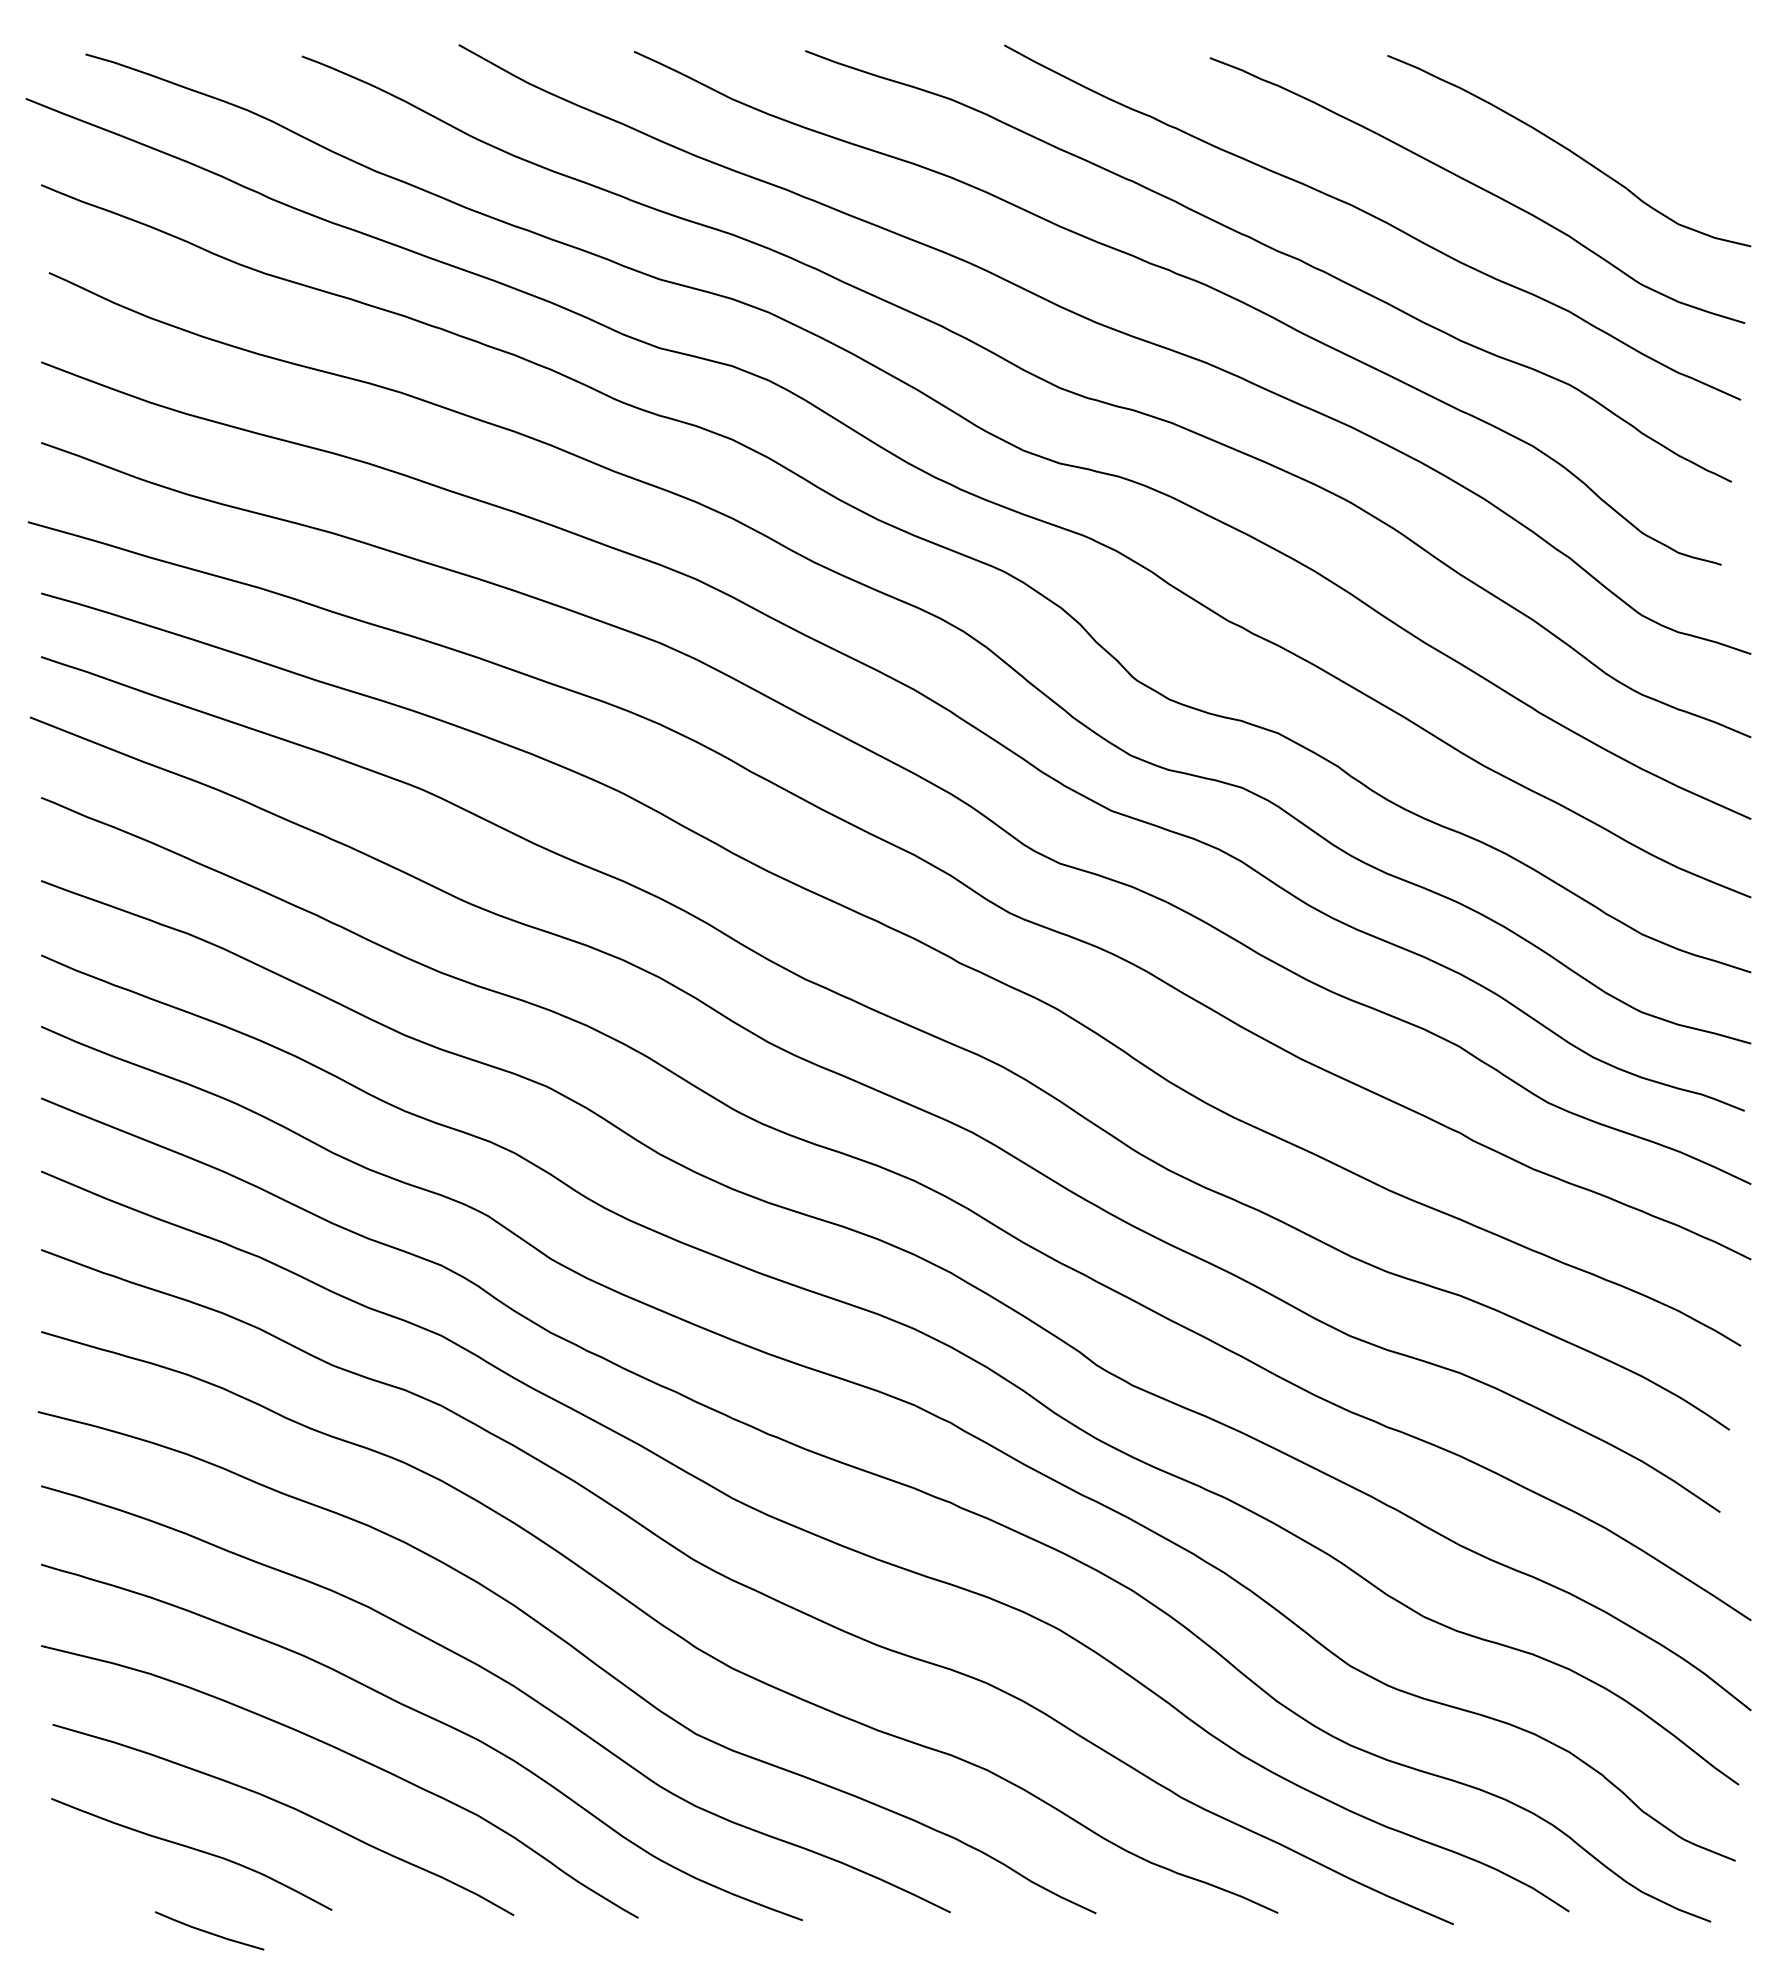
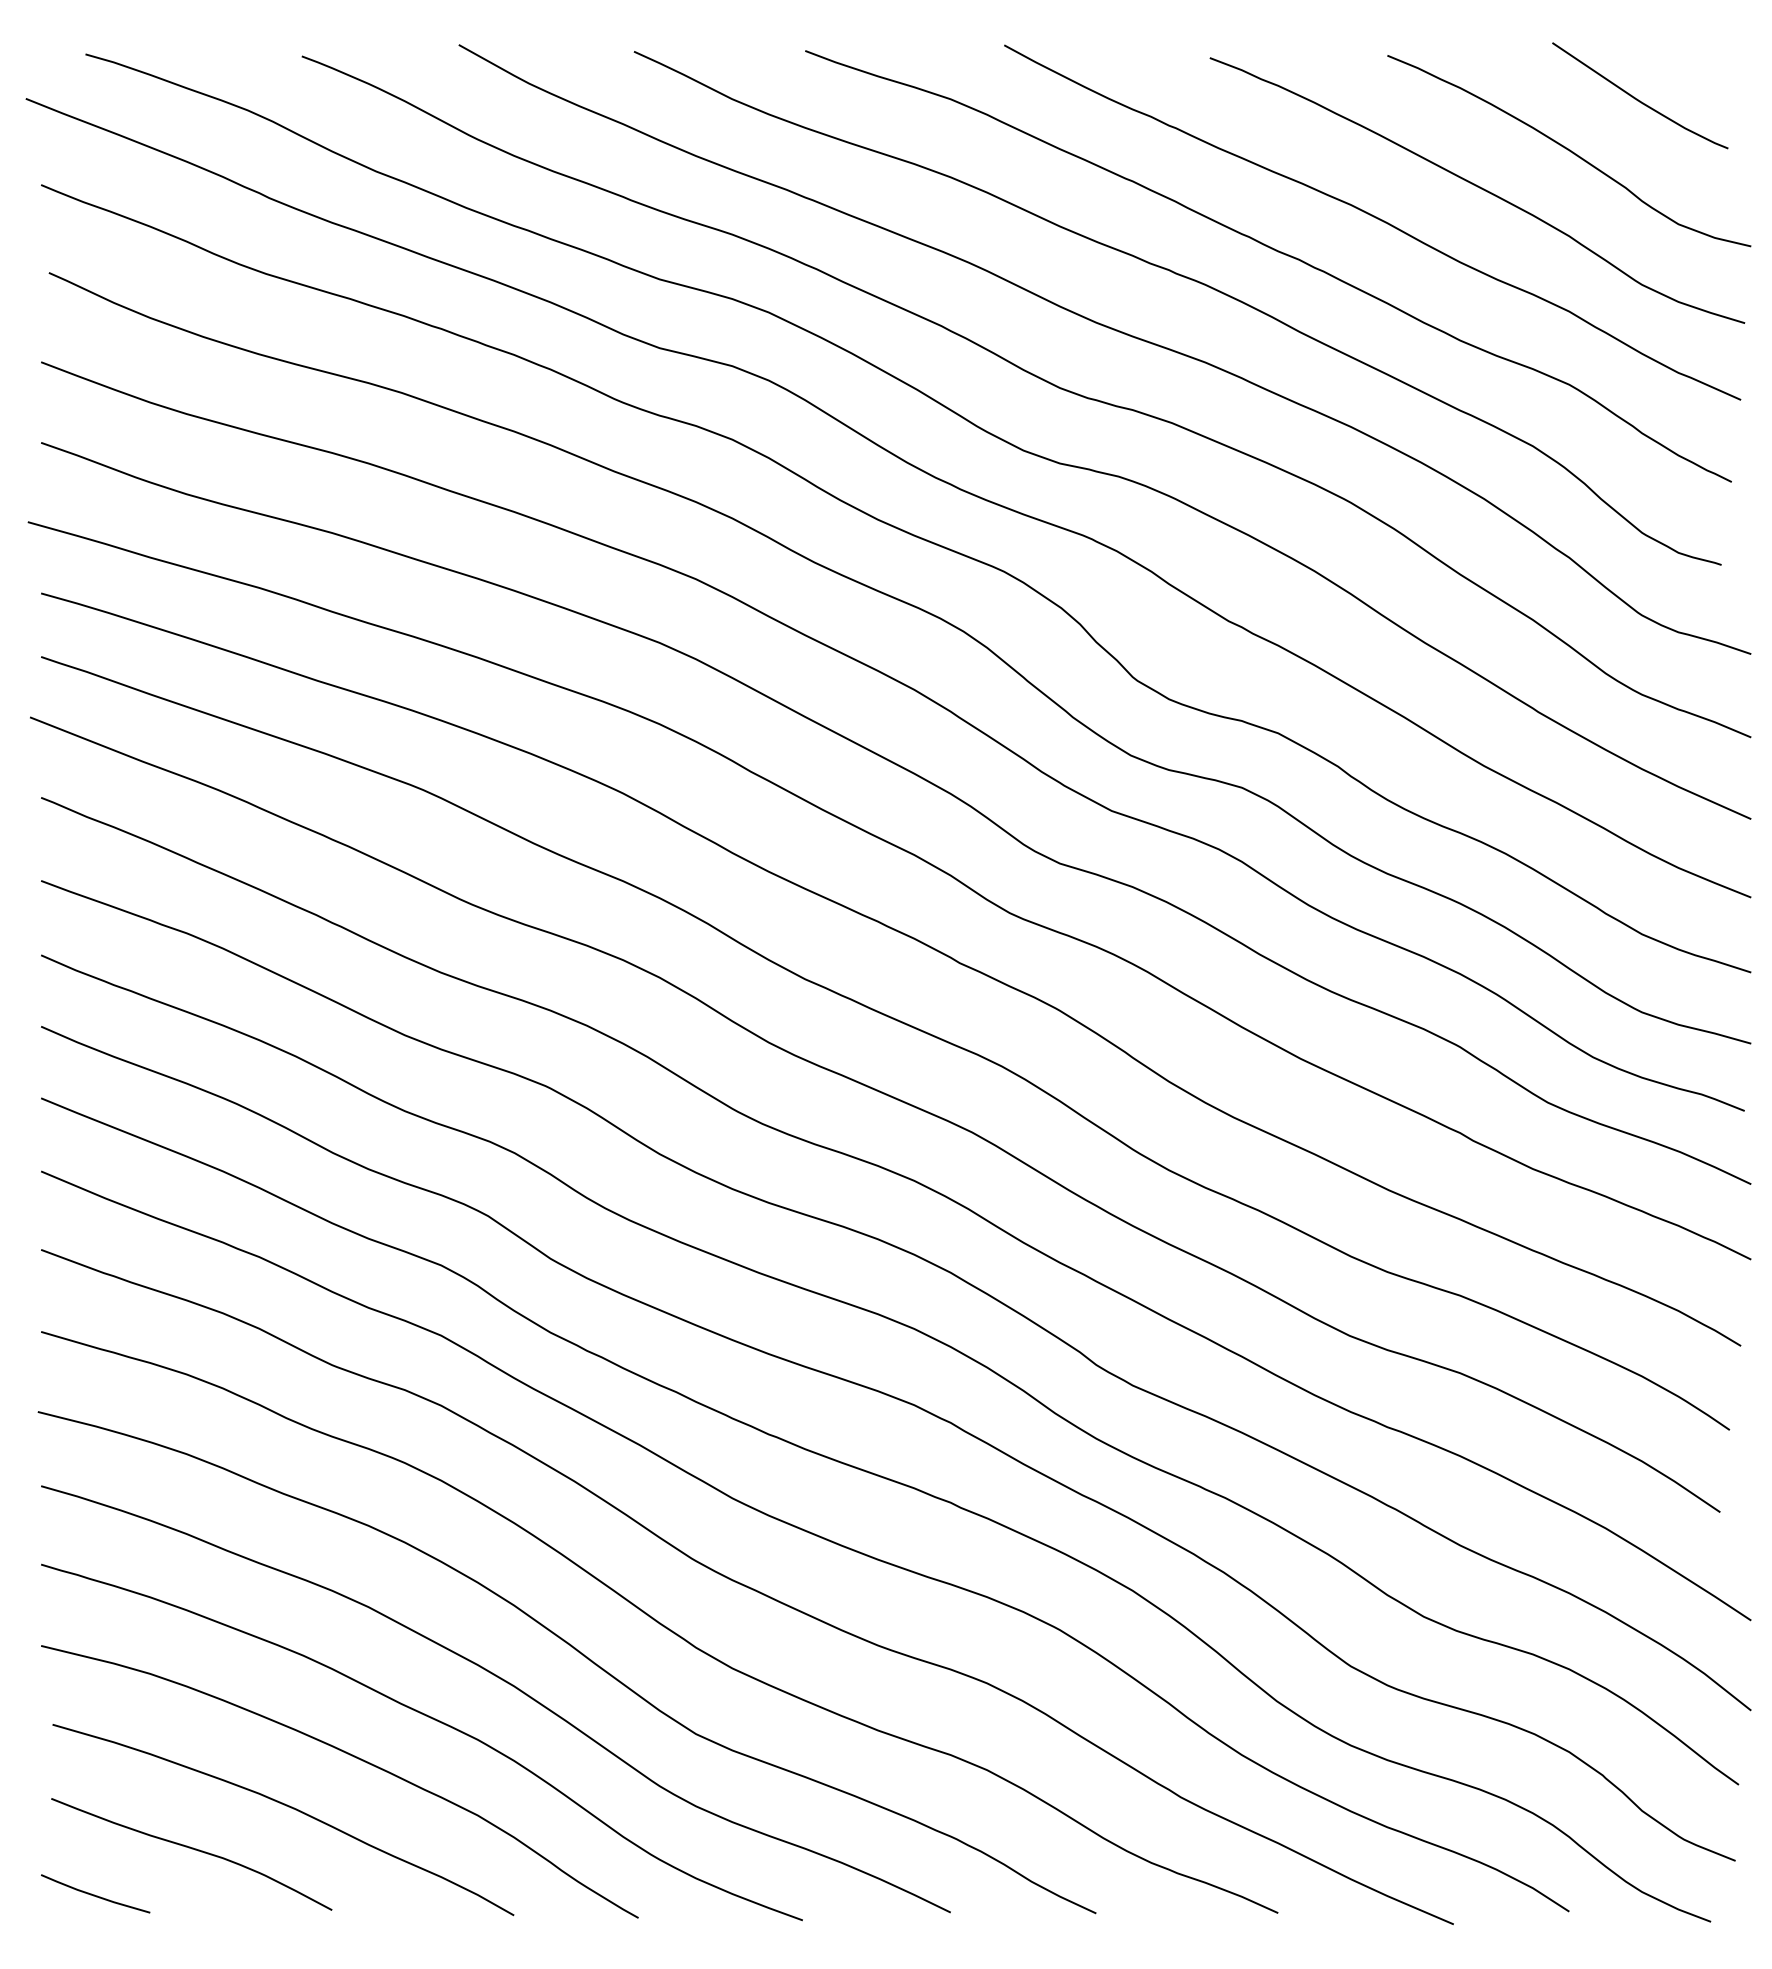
curve at (1637, 98): none -> present
line at (208, 1931) position: (208, 1931) -> (94, 1894)
